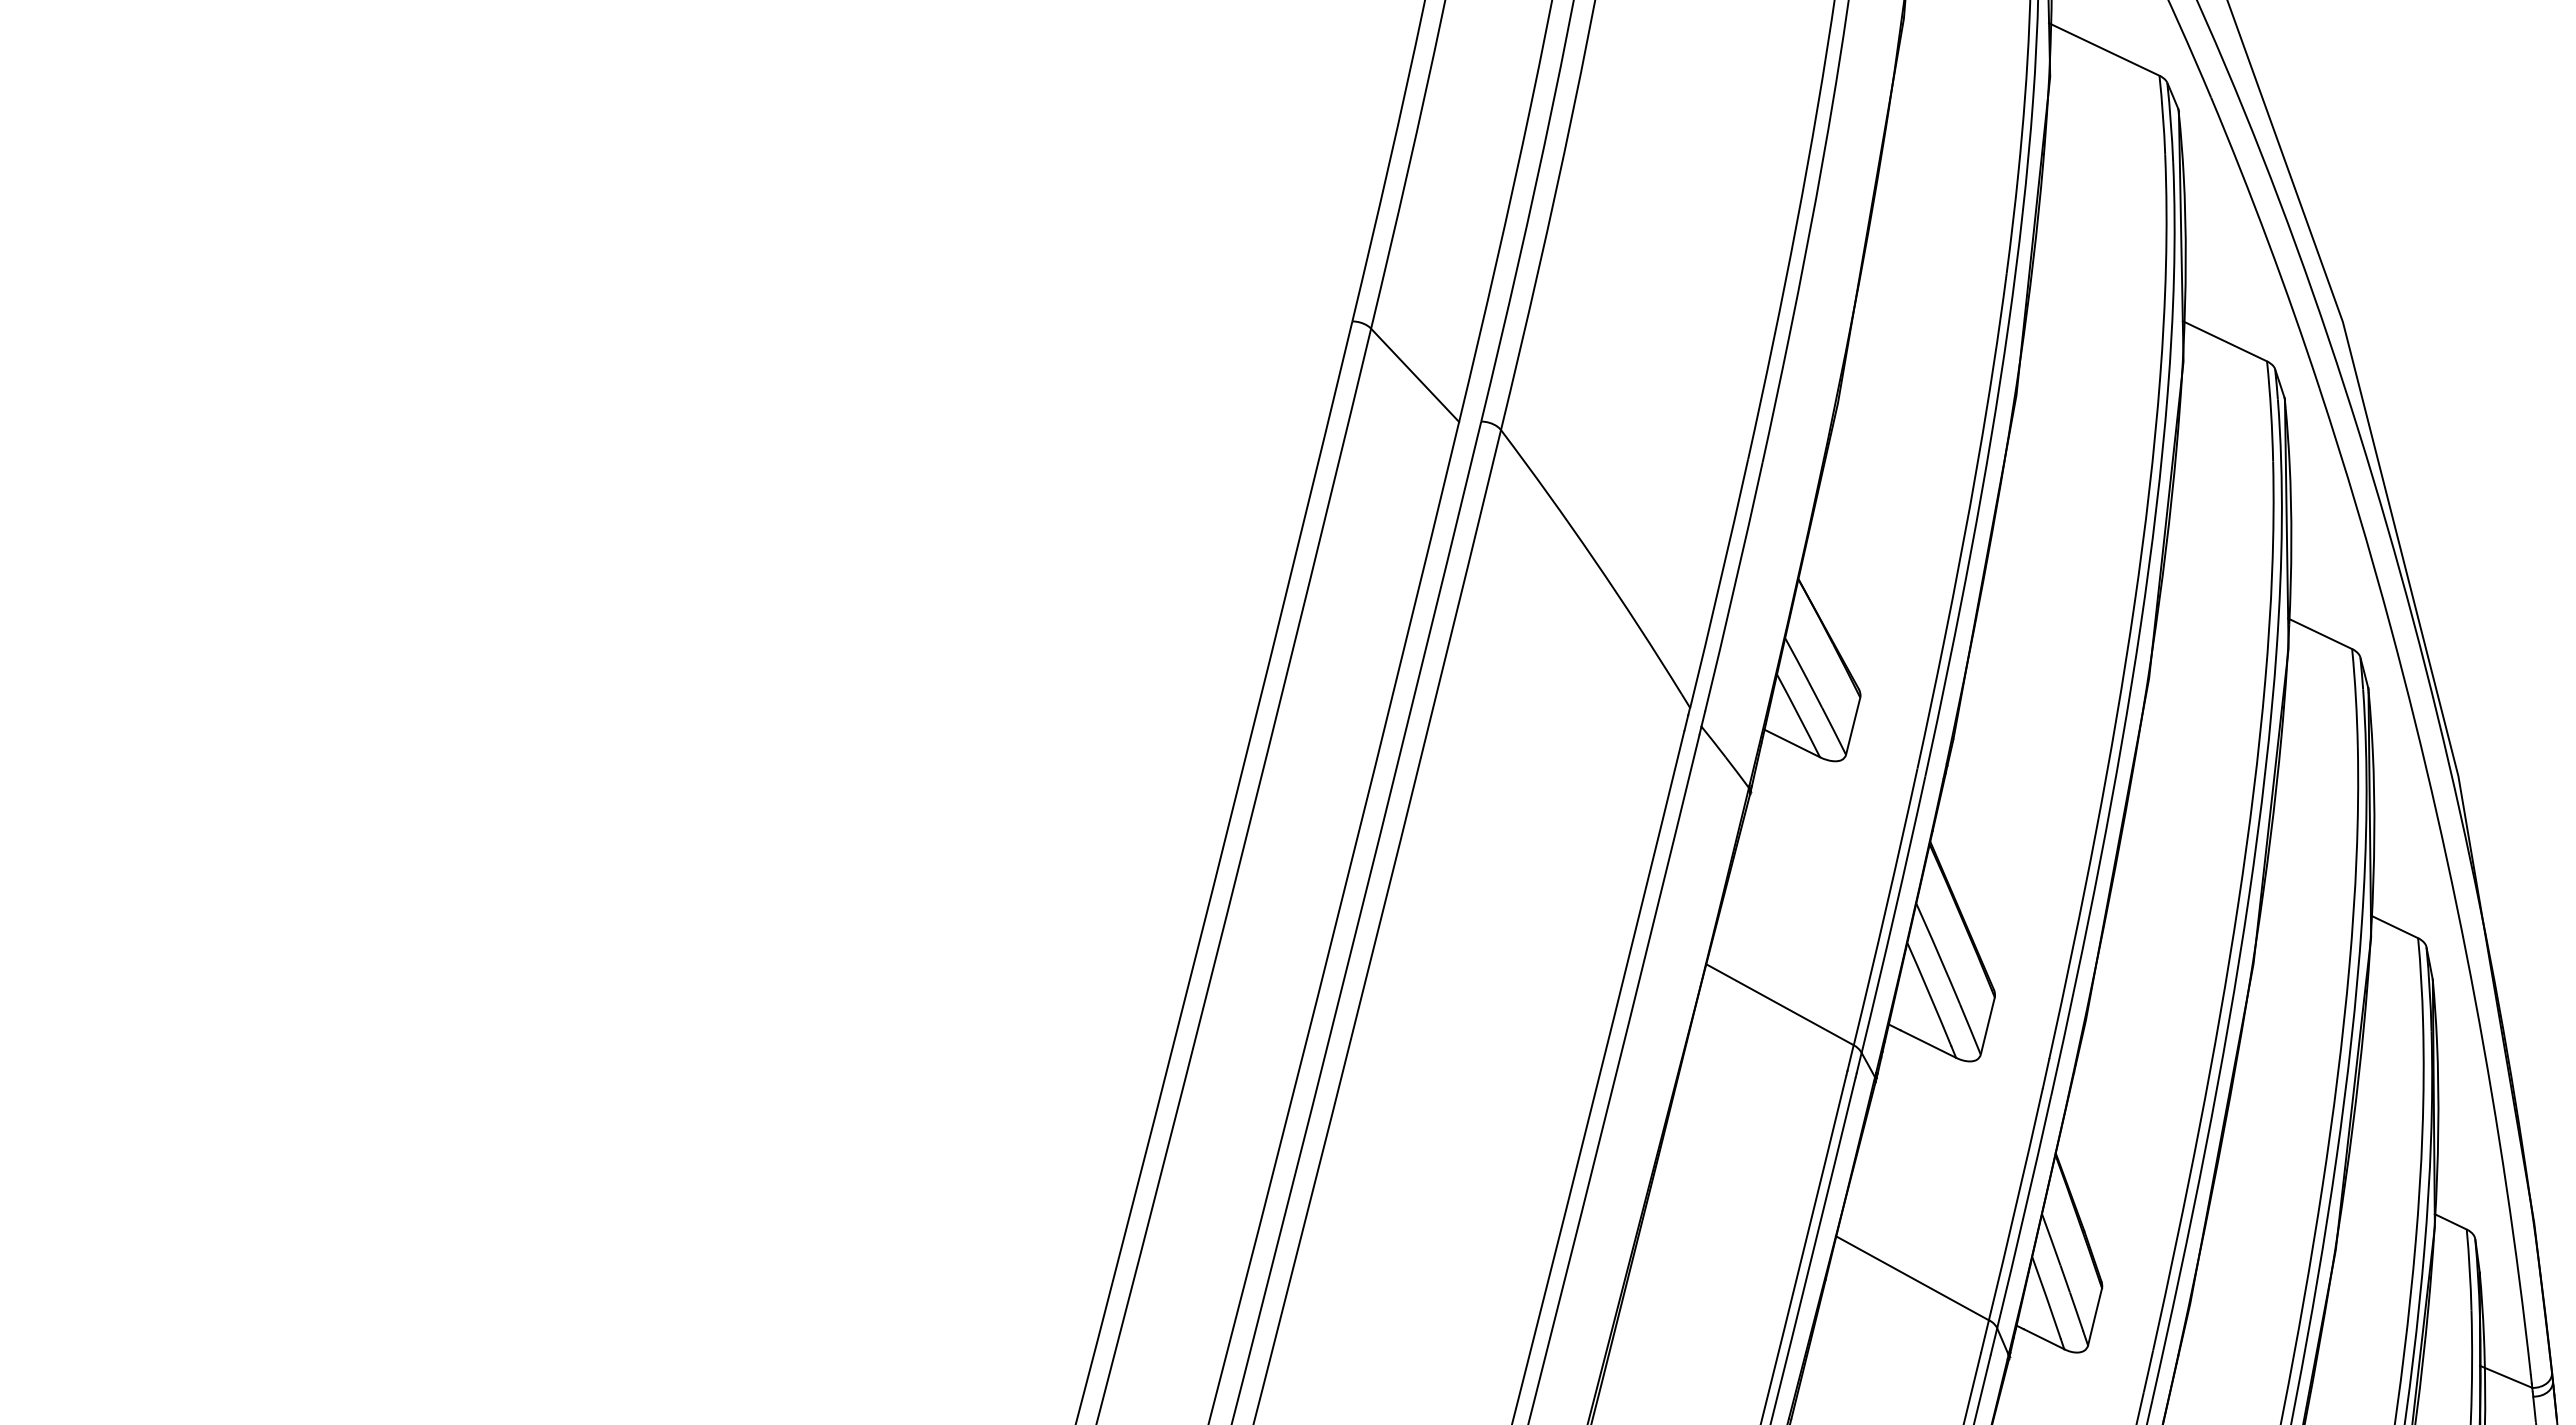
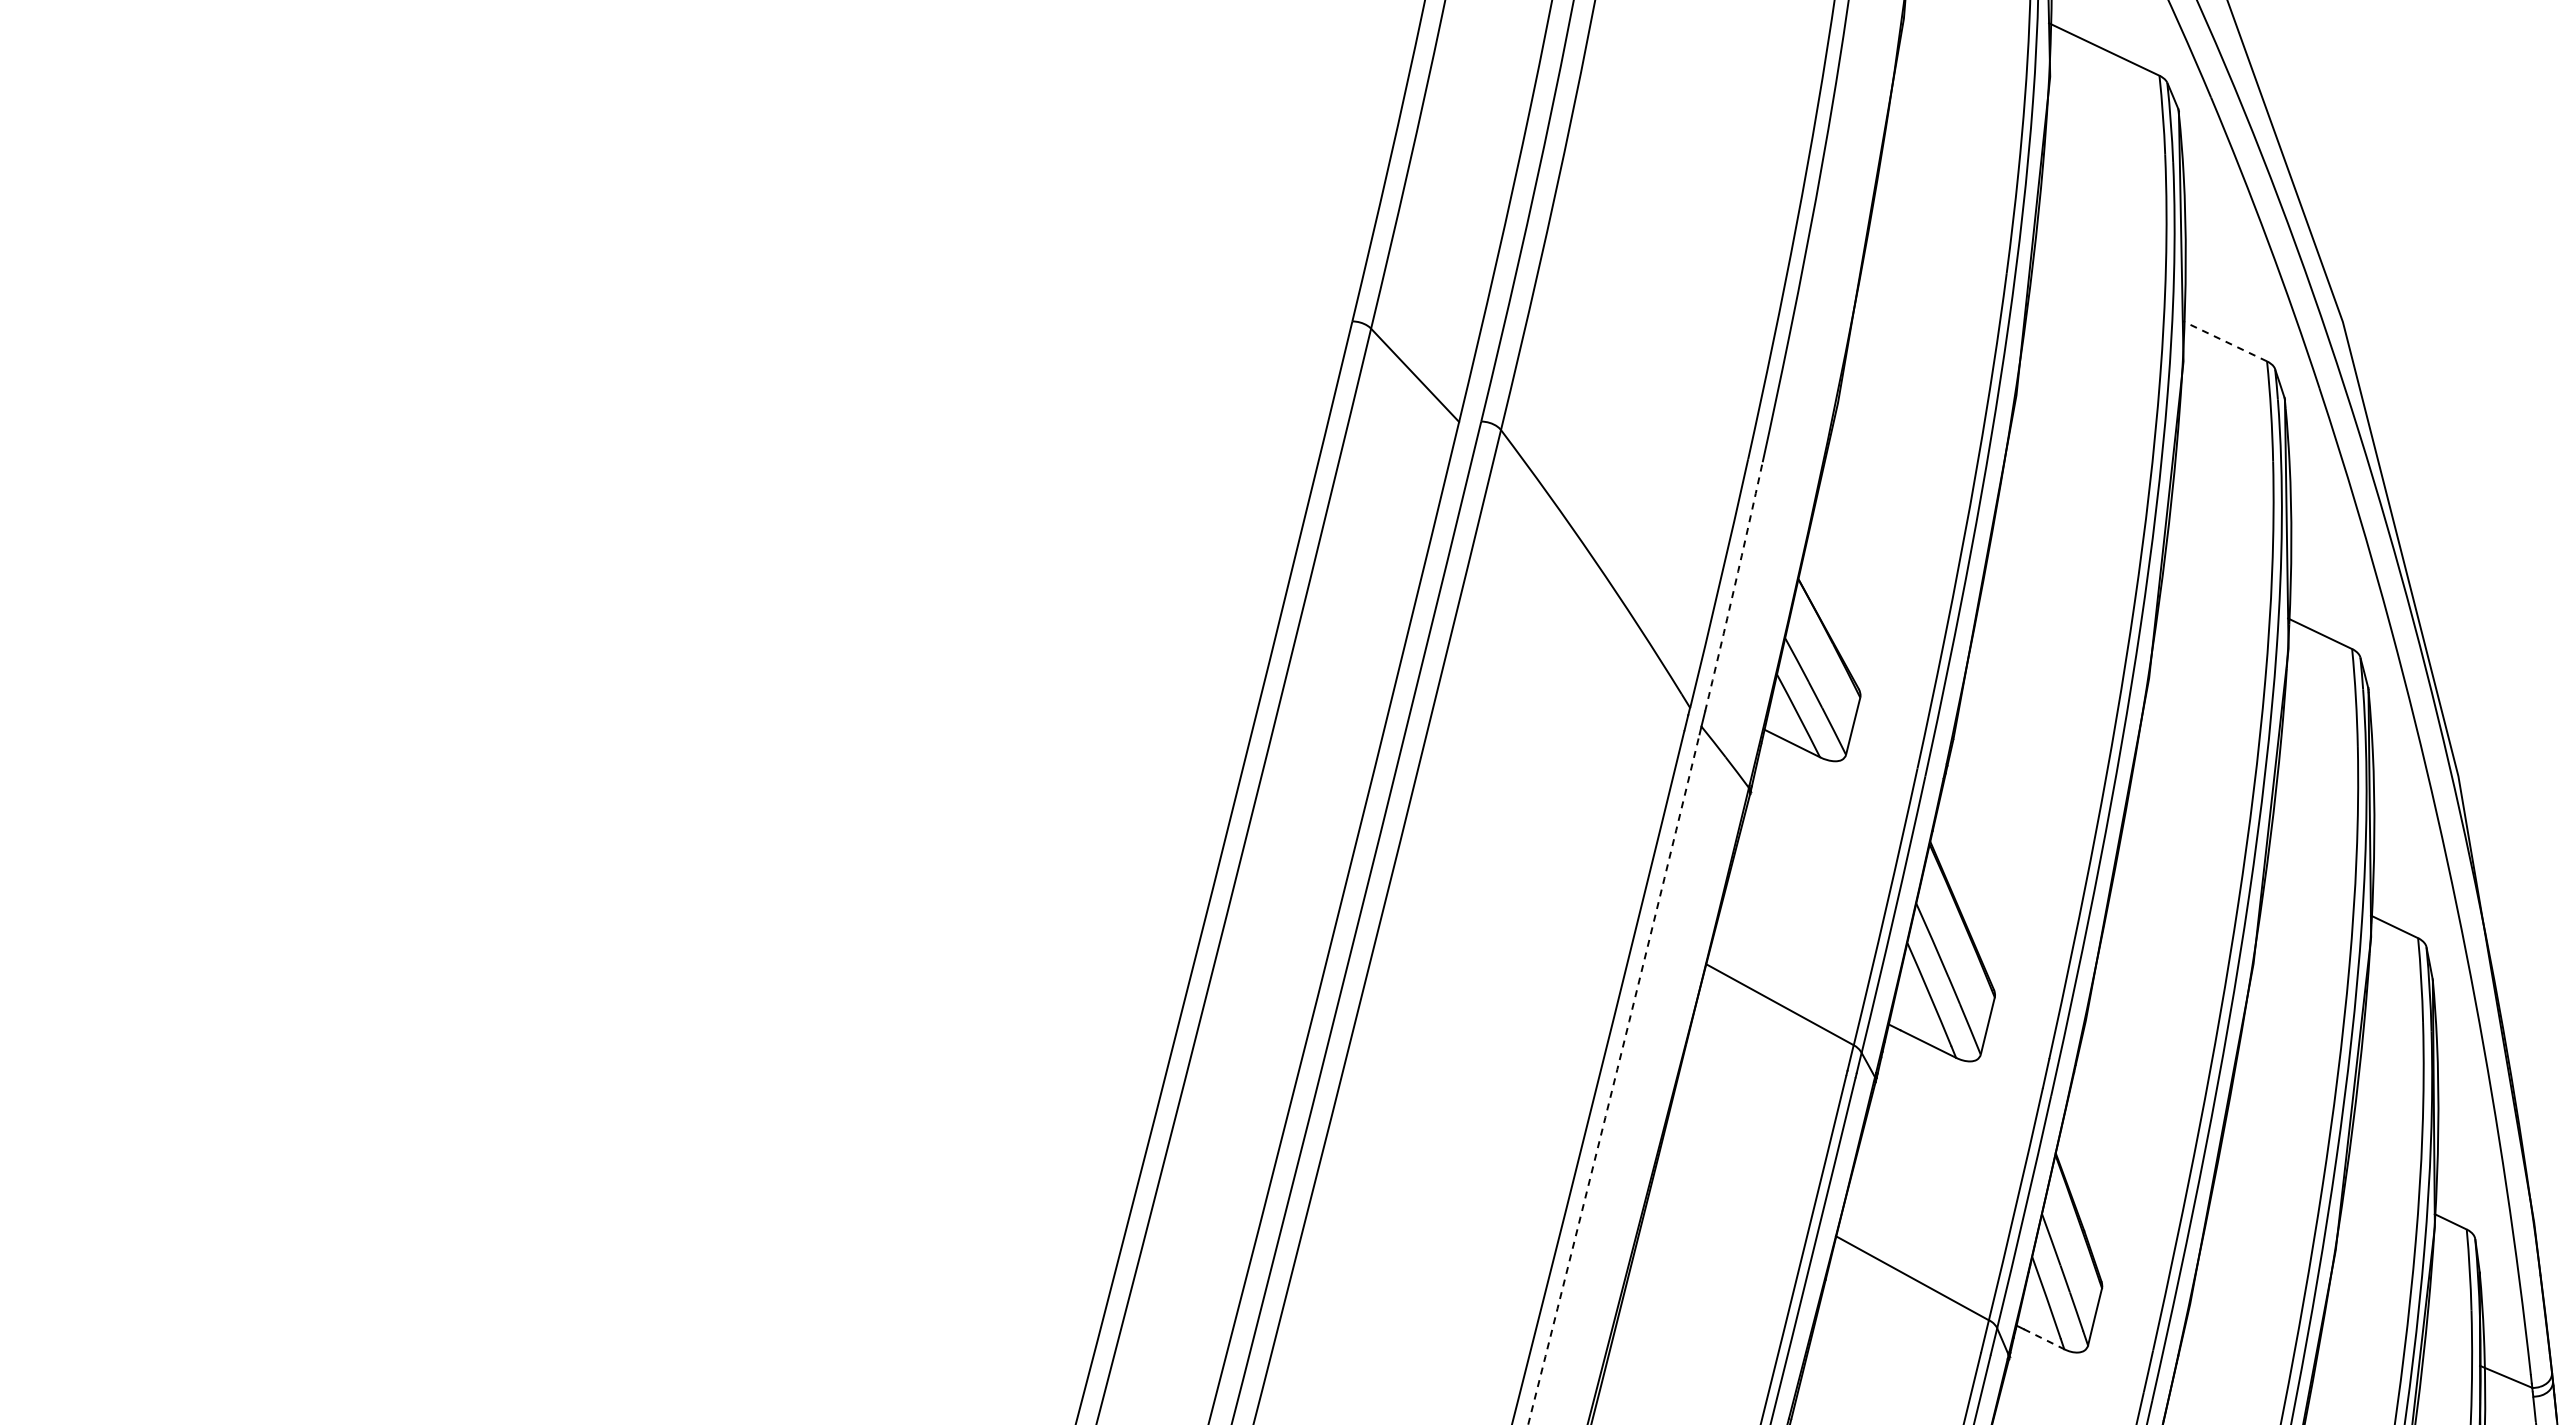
line at (2224, 341): solid -> dashed
arc at (1734, 587): solid -> dashed
arc at (1614, 1079): solid -> dashed
line at (2044, 1339): solid -> dashed
